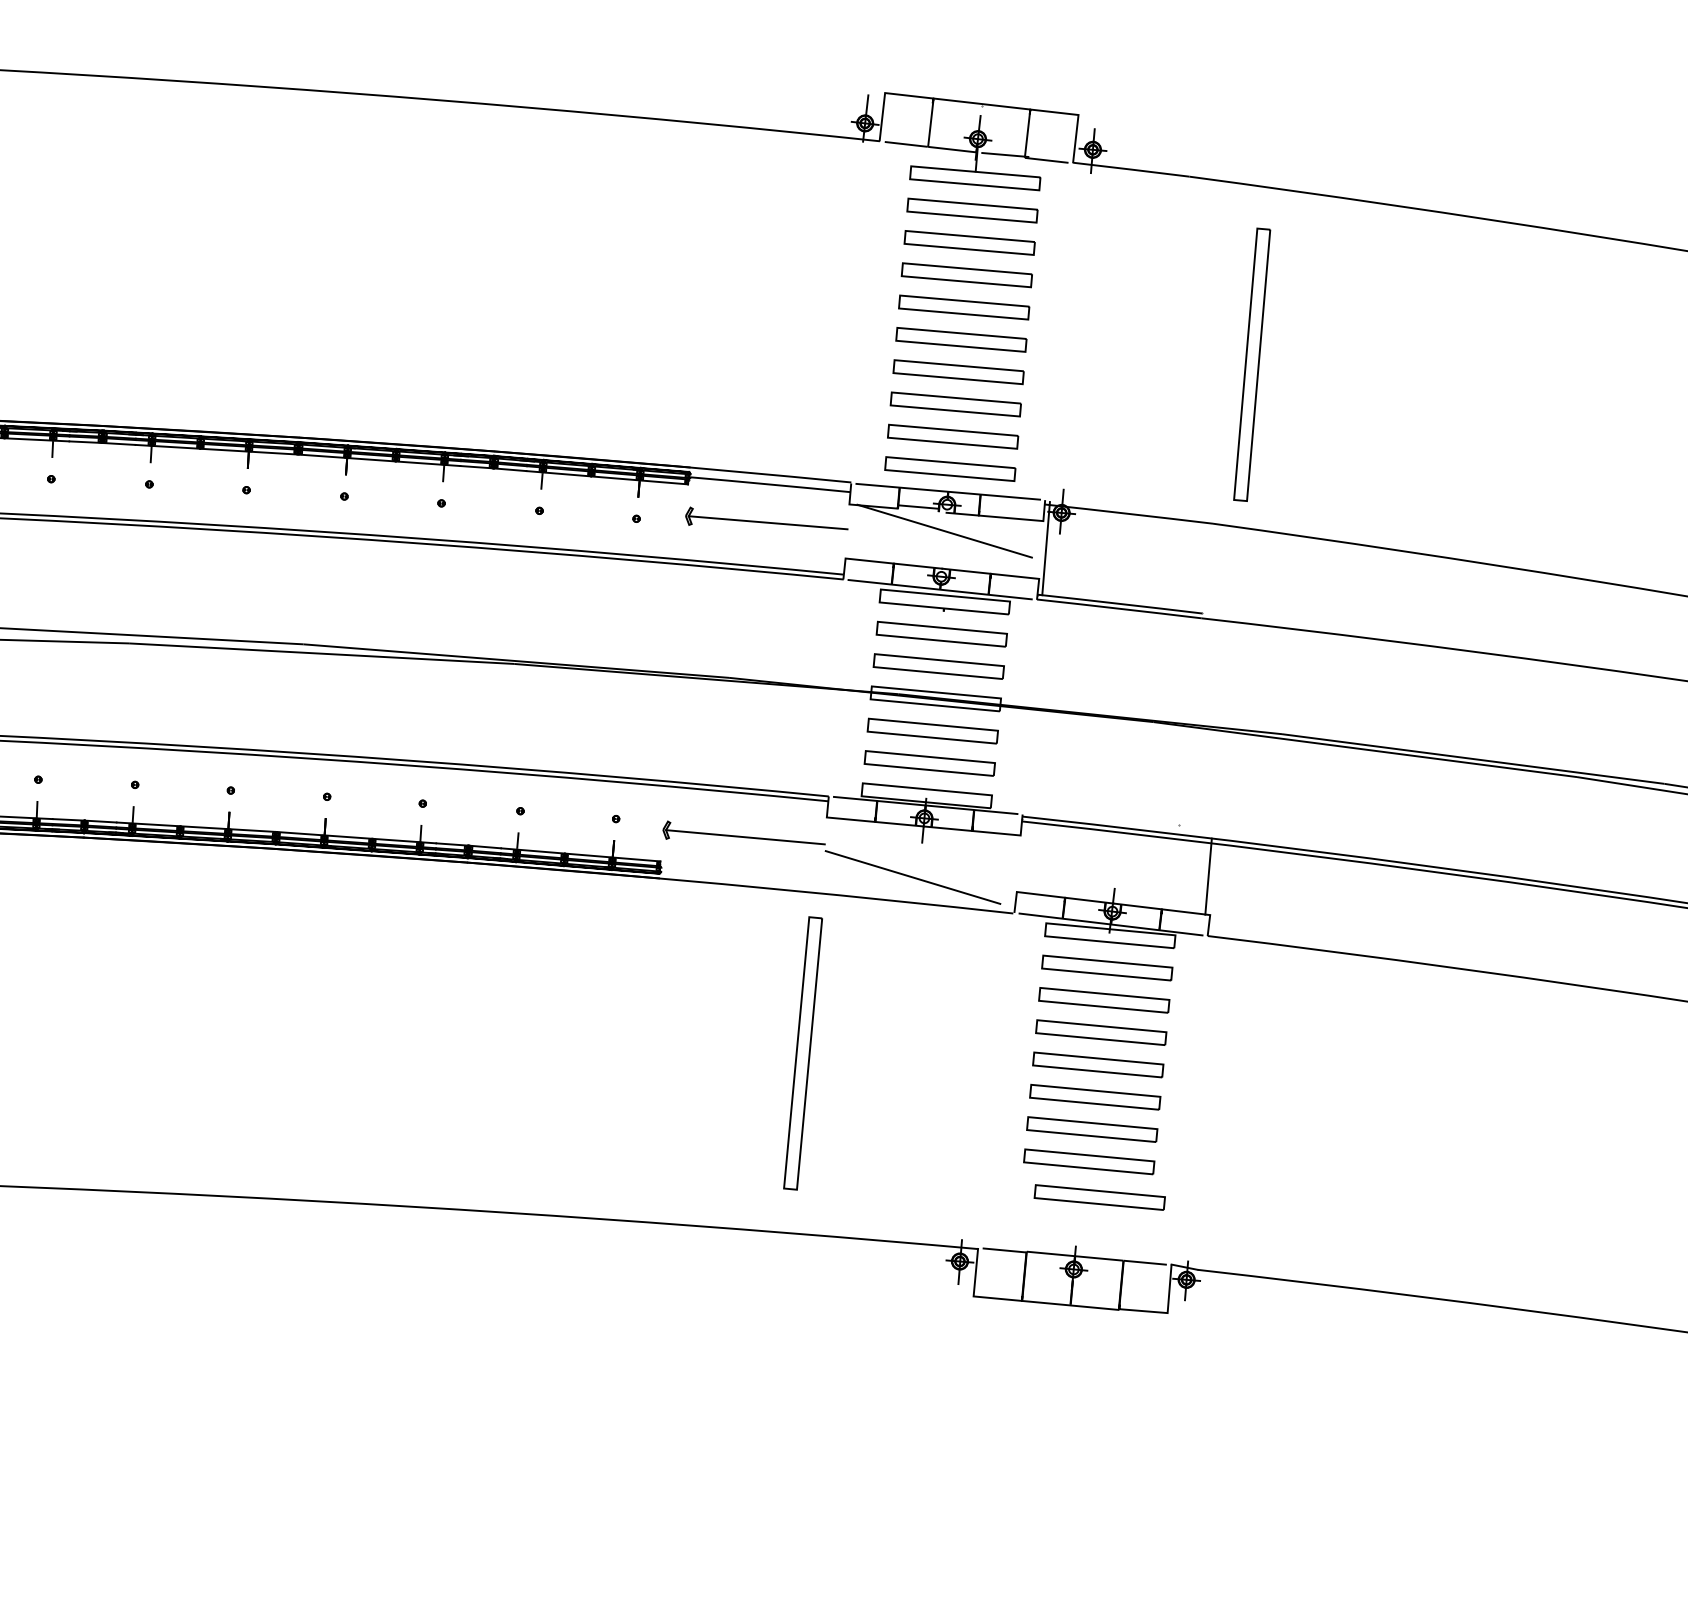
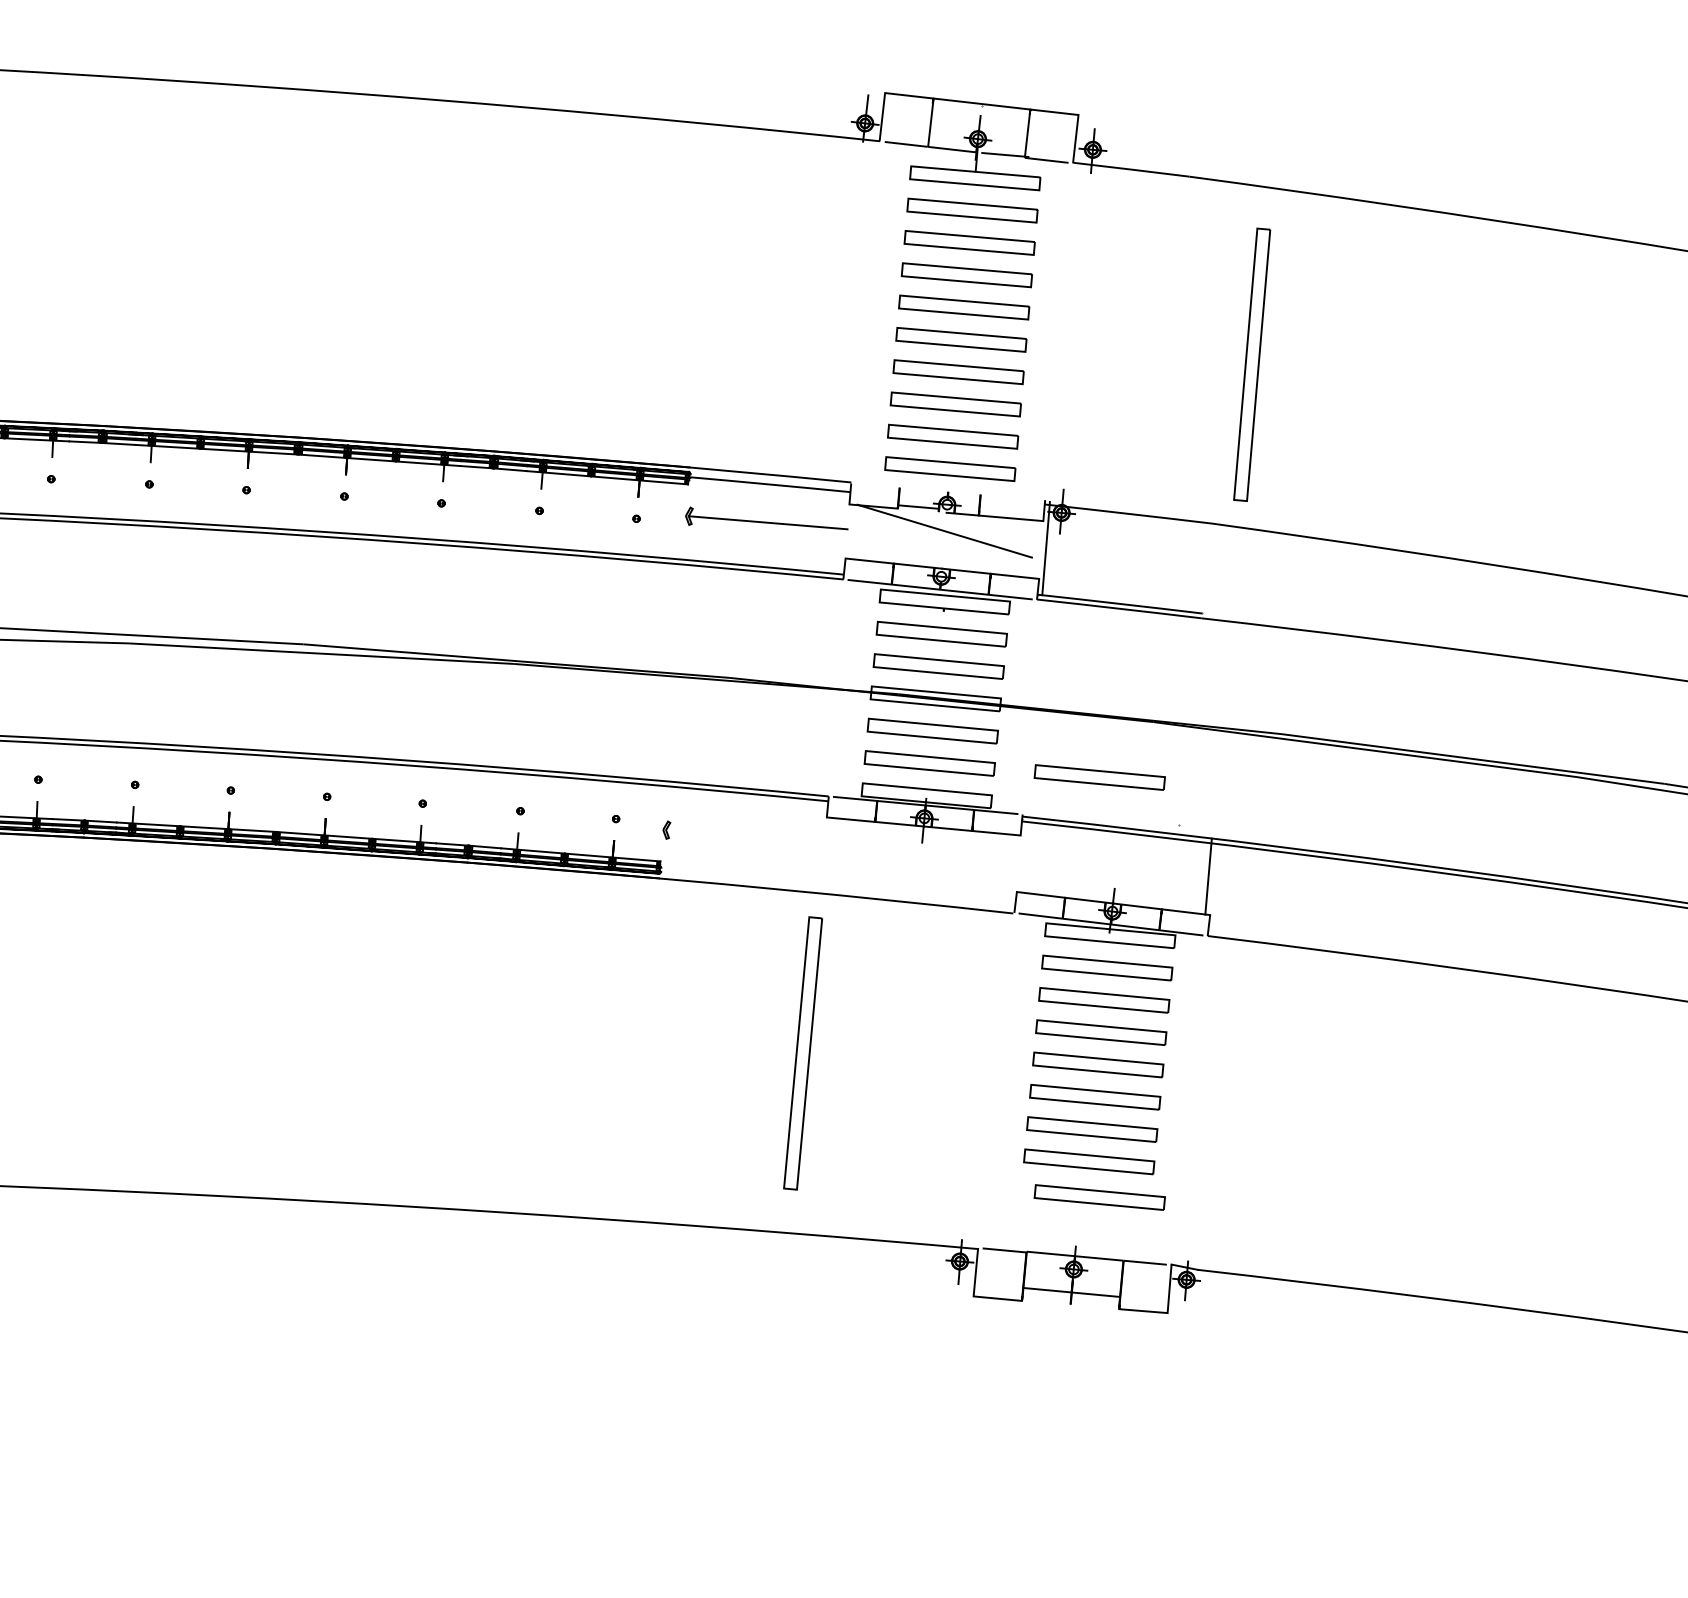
line at (948, 491): present -> none
part at (1099, 777): none -> present
line at (745, 837): present -> none
line at (912, 877): present -> none
line at (1069, 1304) position: (1069, 1304) -> (1070, 1291)
